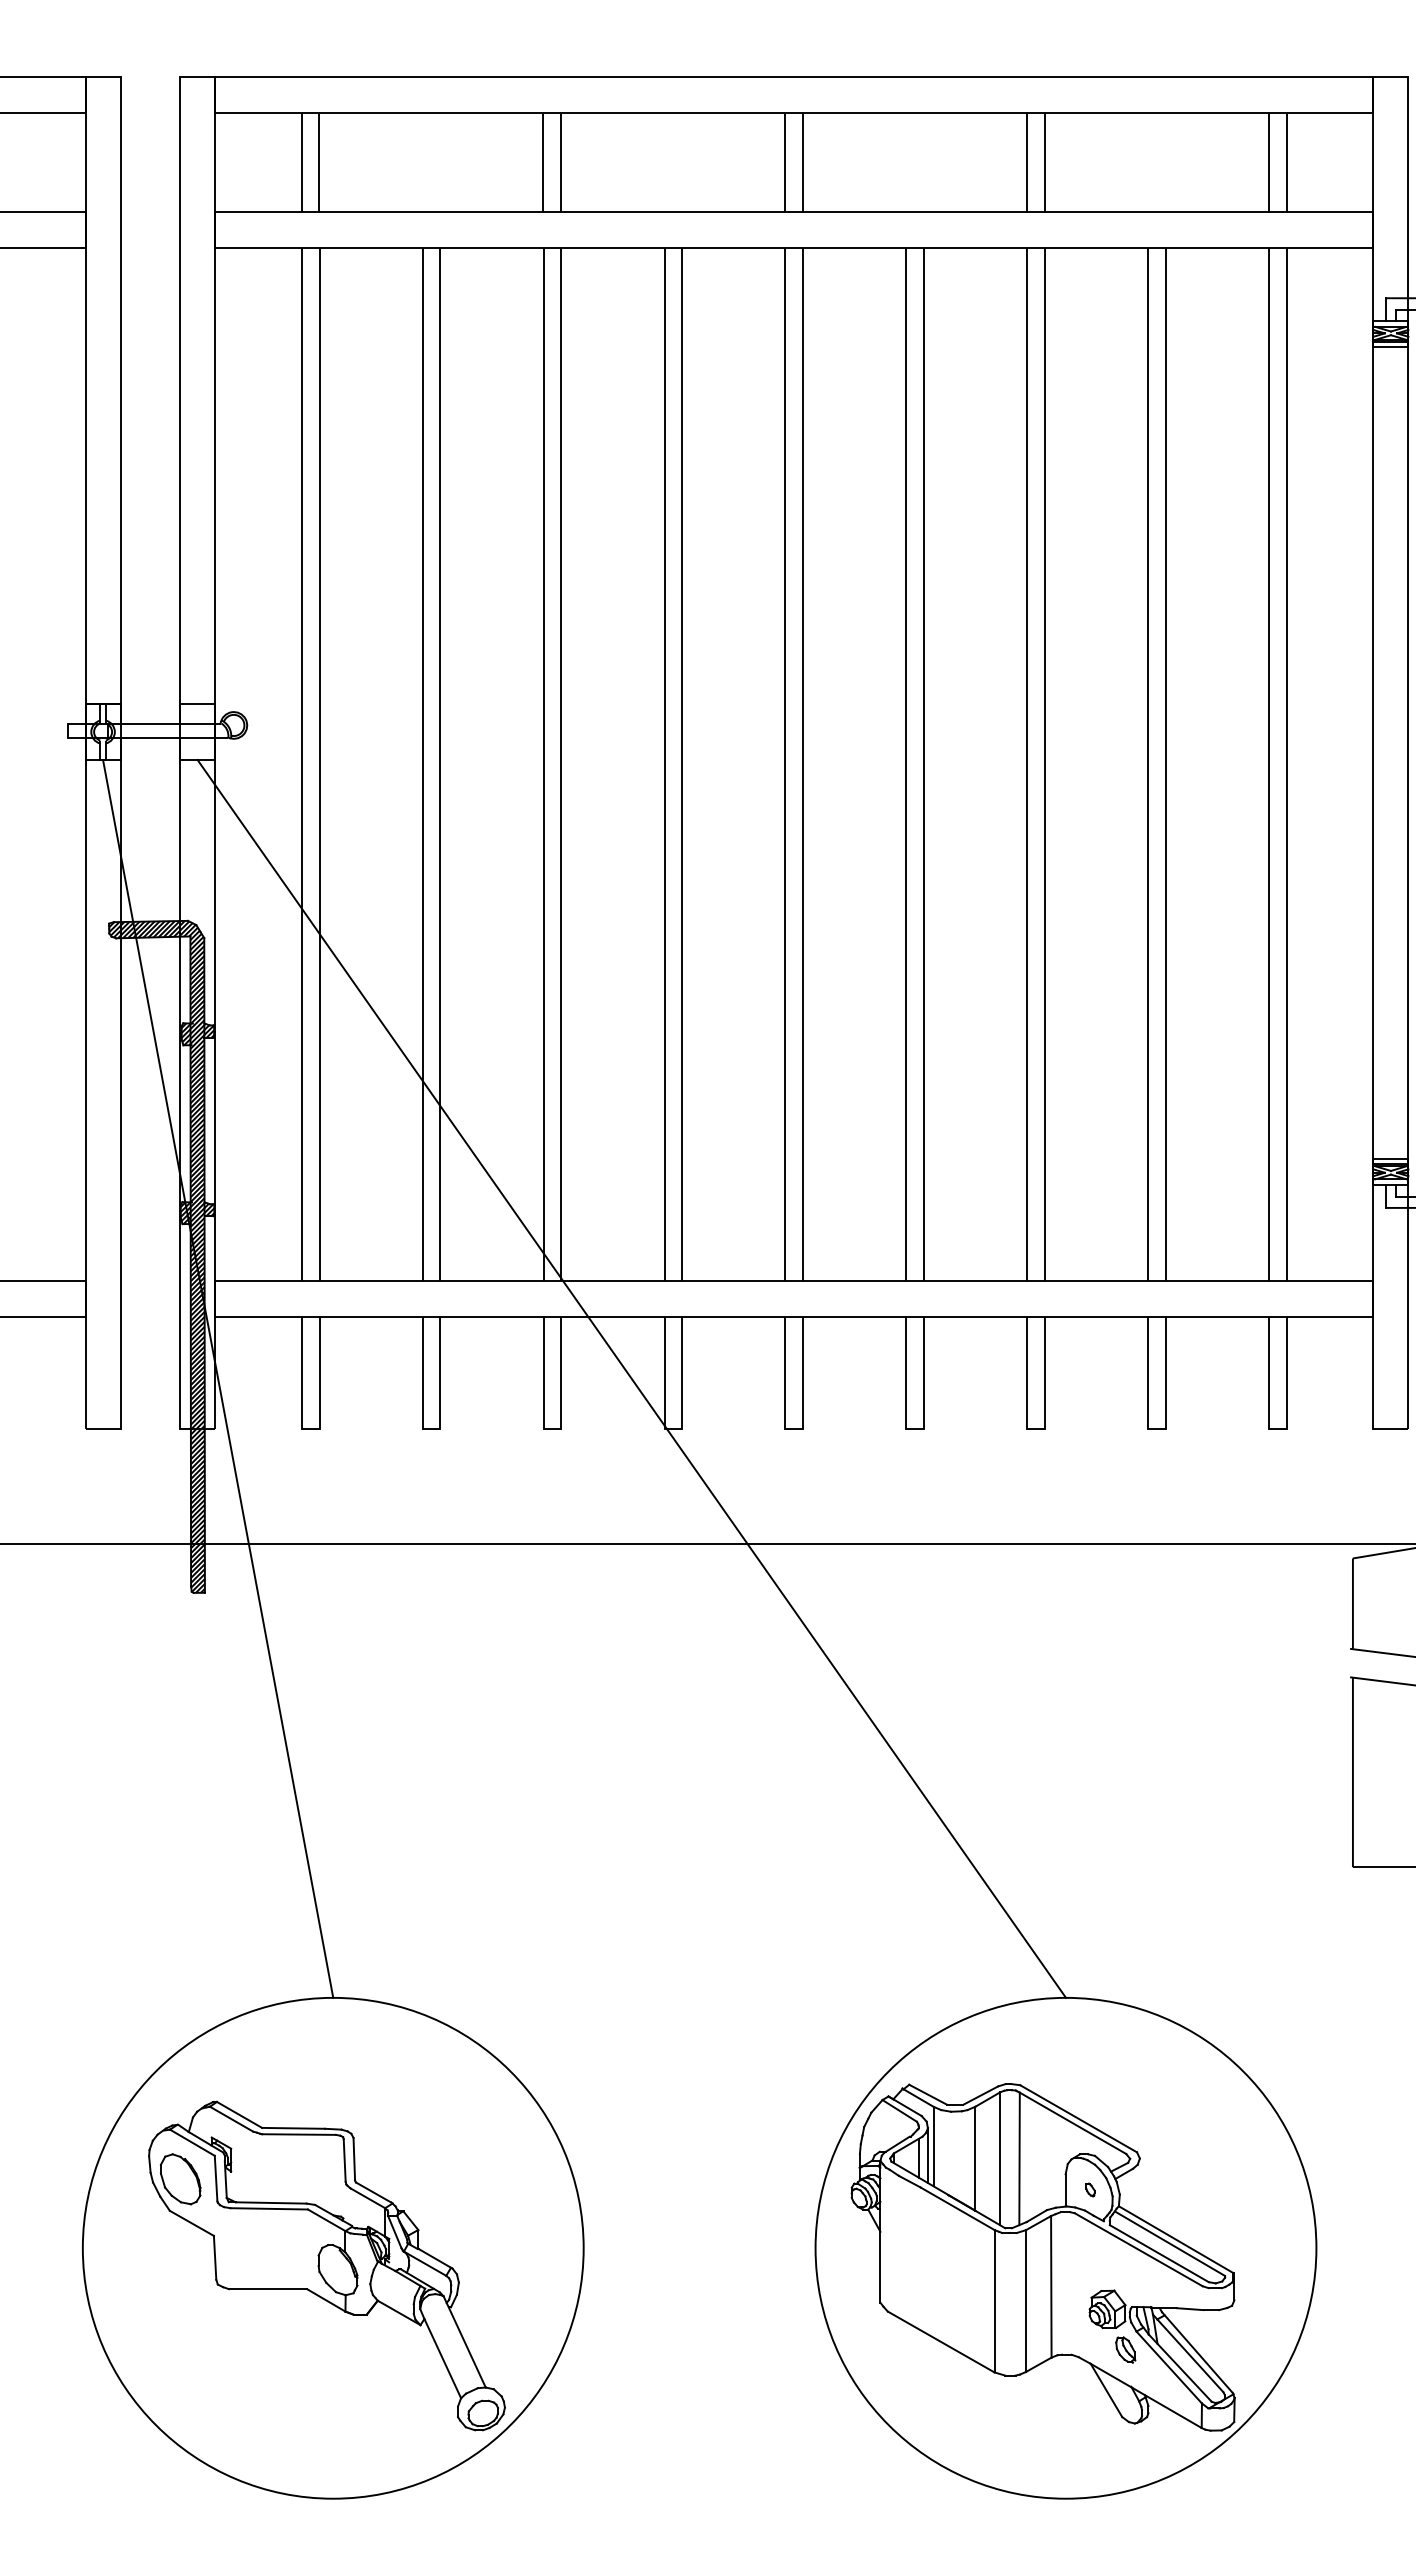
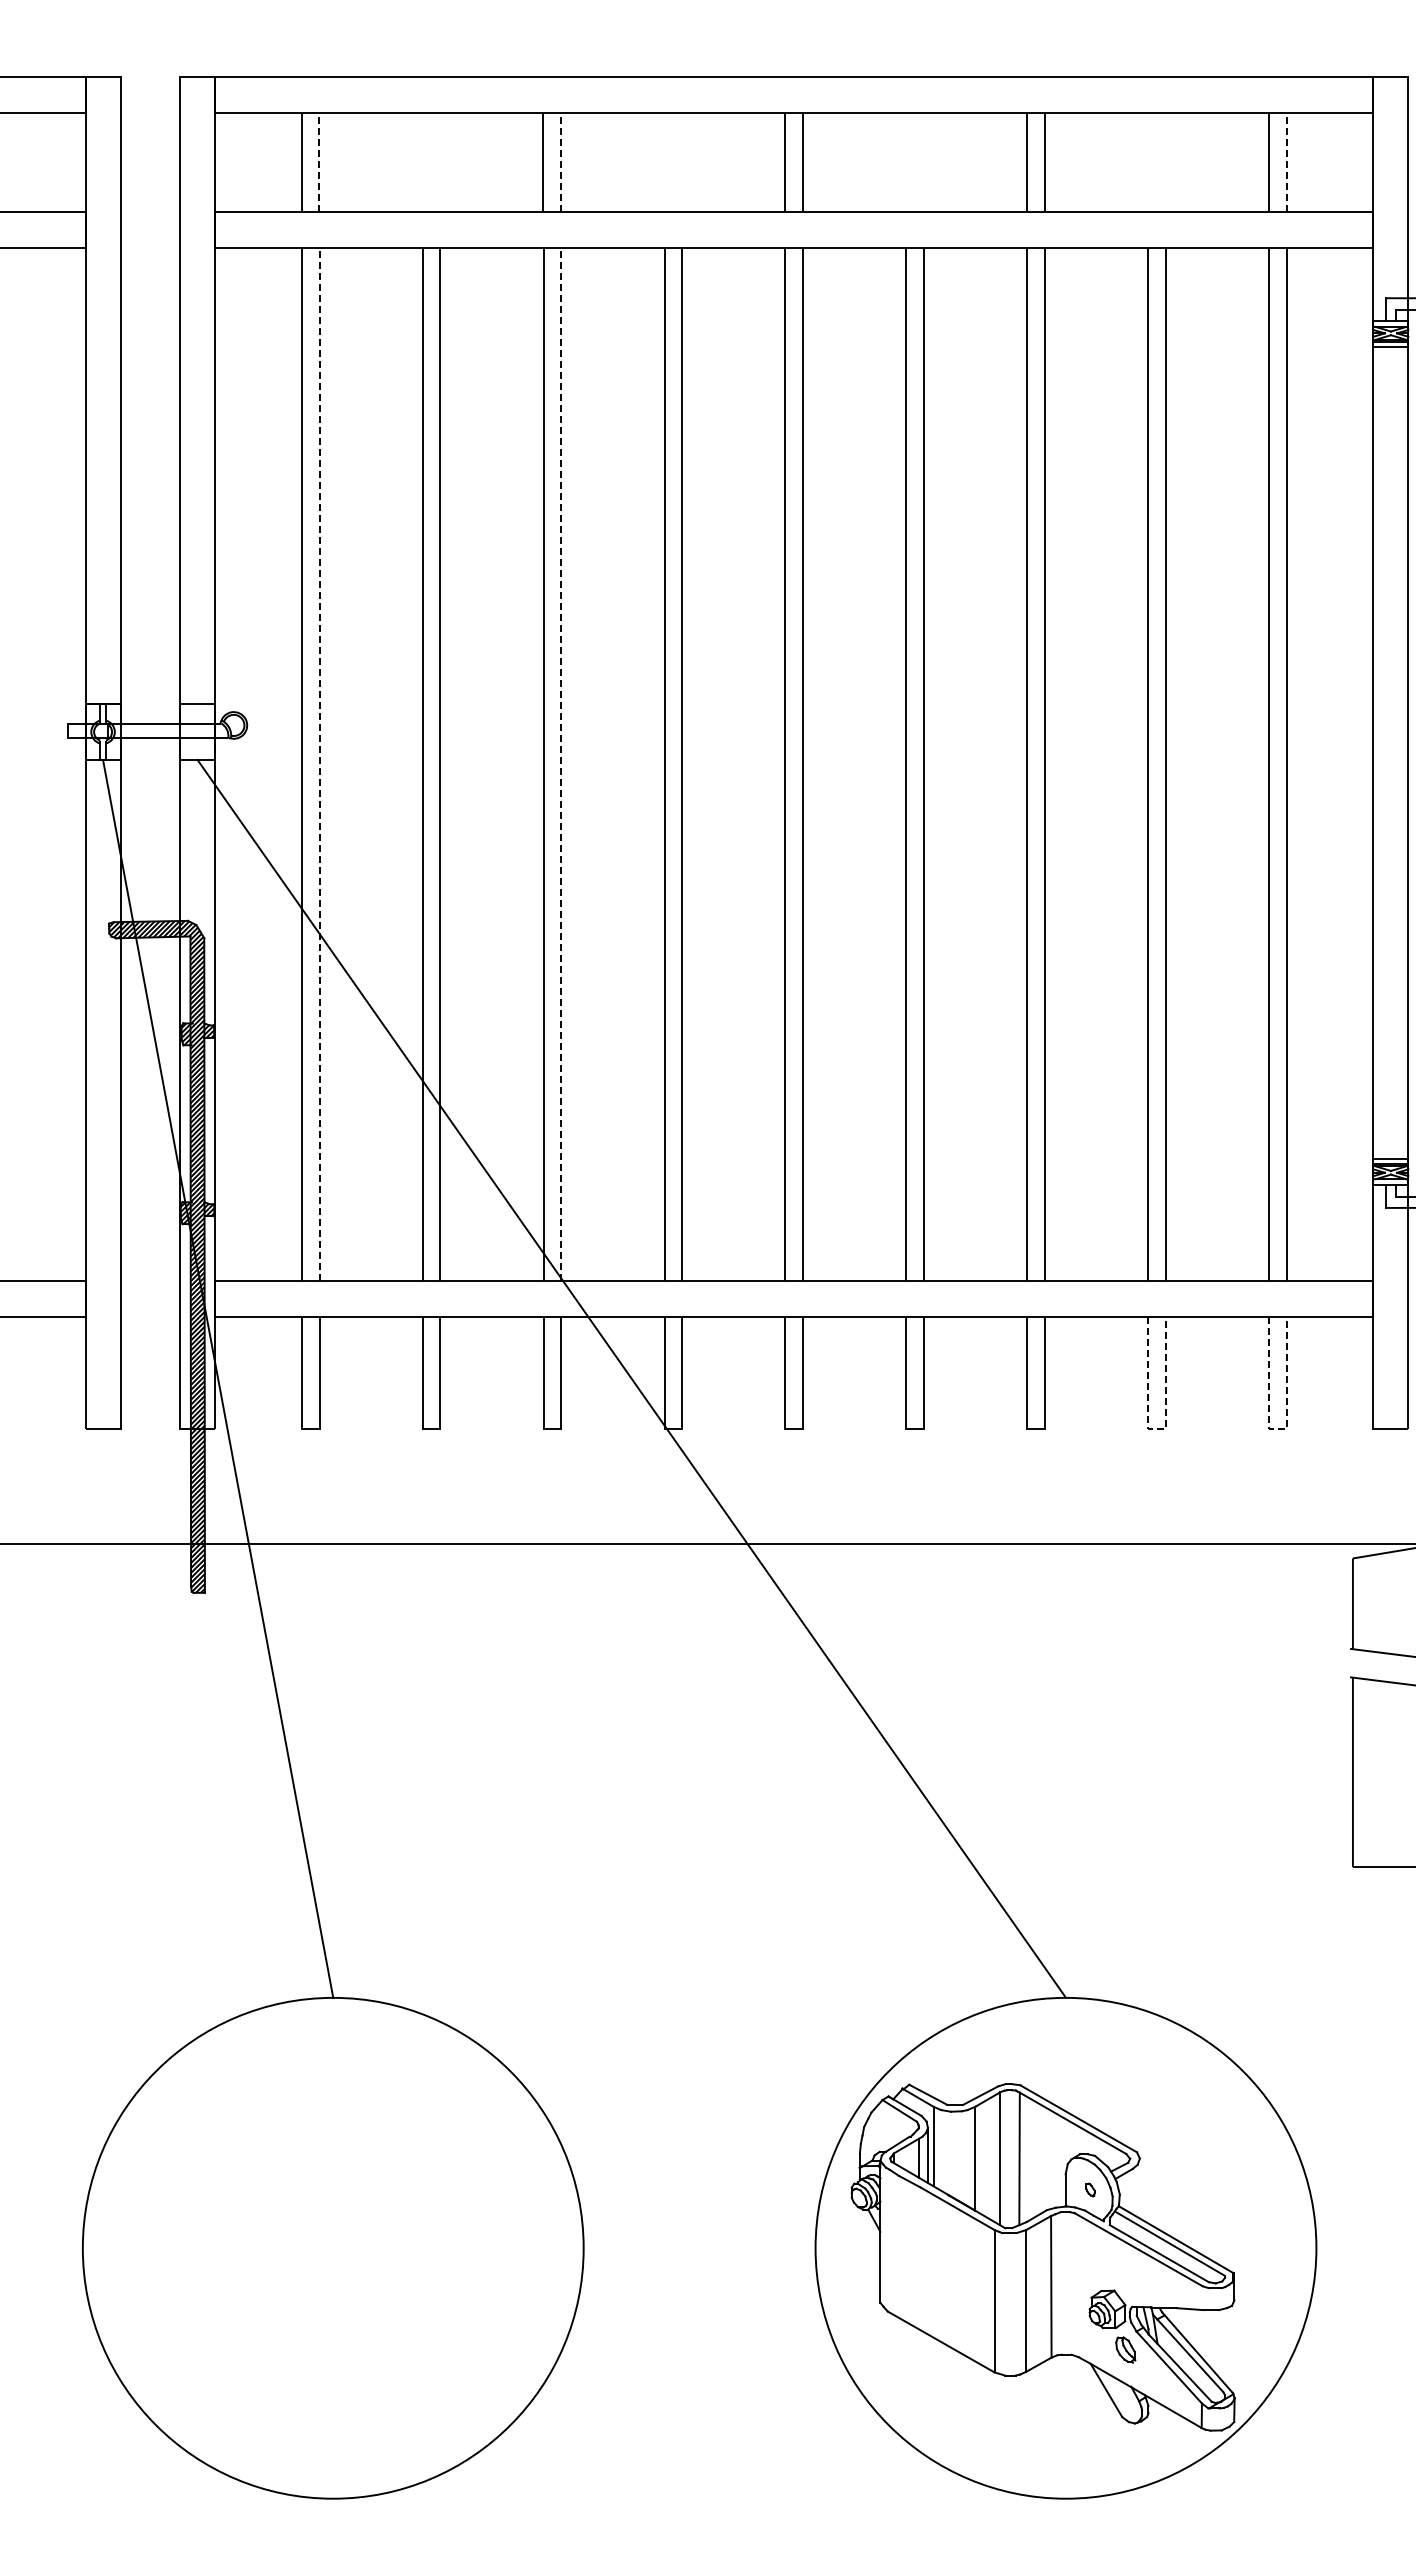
line at (319, 162): solid -> dashed
line at (561, 162): solid -> dashed
line at (1286, 162): solid -> dashed
line at (319, 764): solid -> dashed
line at (561, 764): solid -> dashed
line at (1156, 1428): solid -> dashed
line at (1277, 1428): solid -> dashed
part at (326, 2265): present -> none
